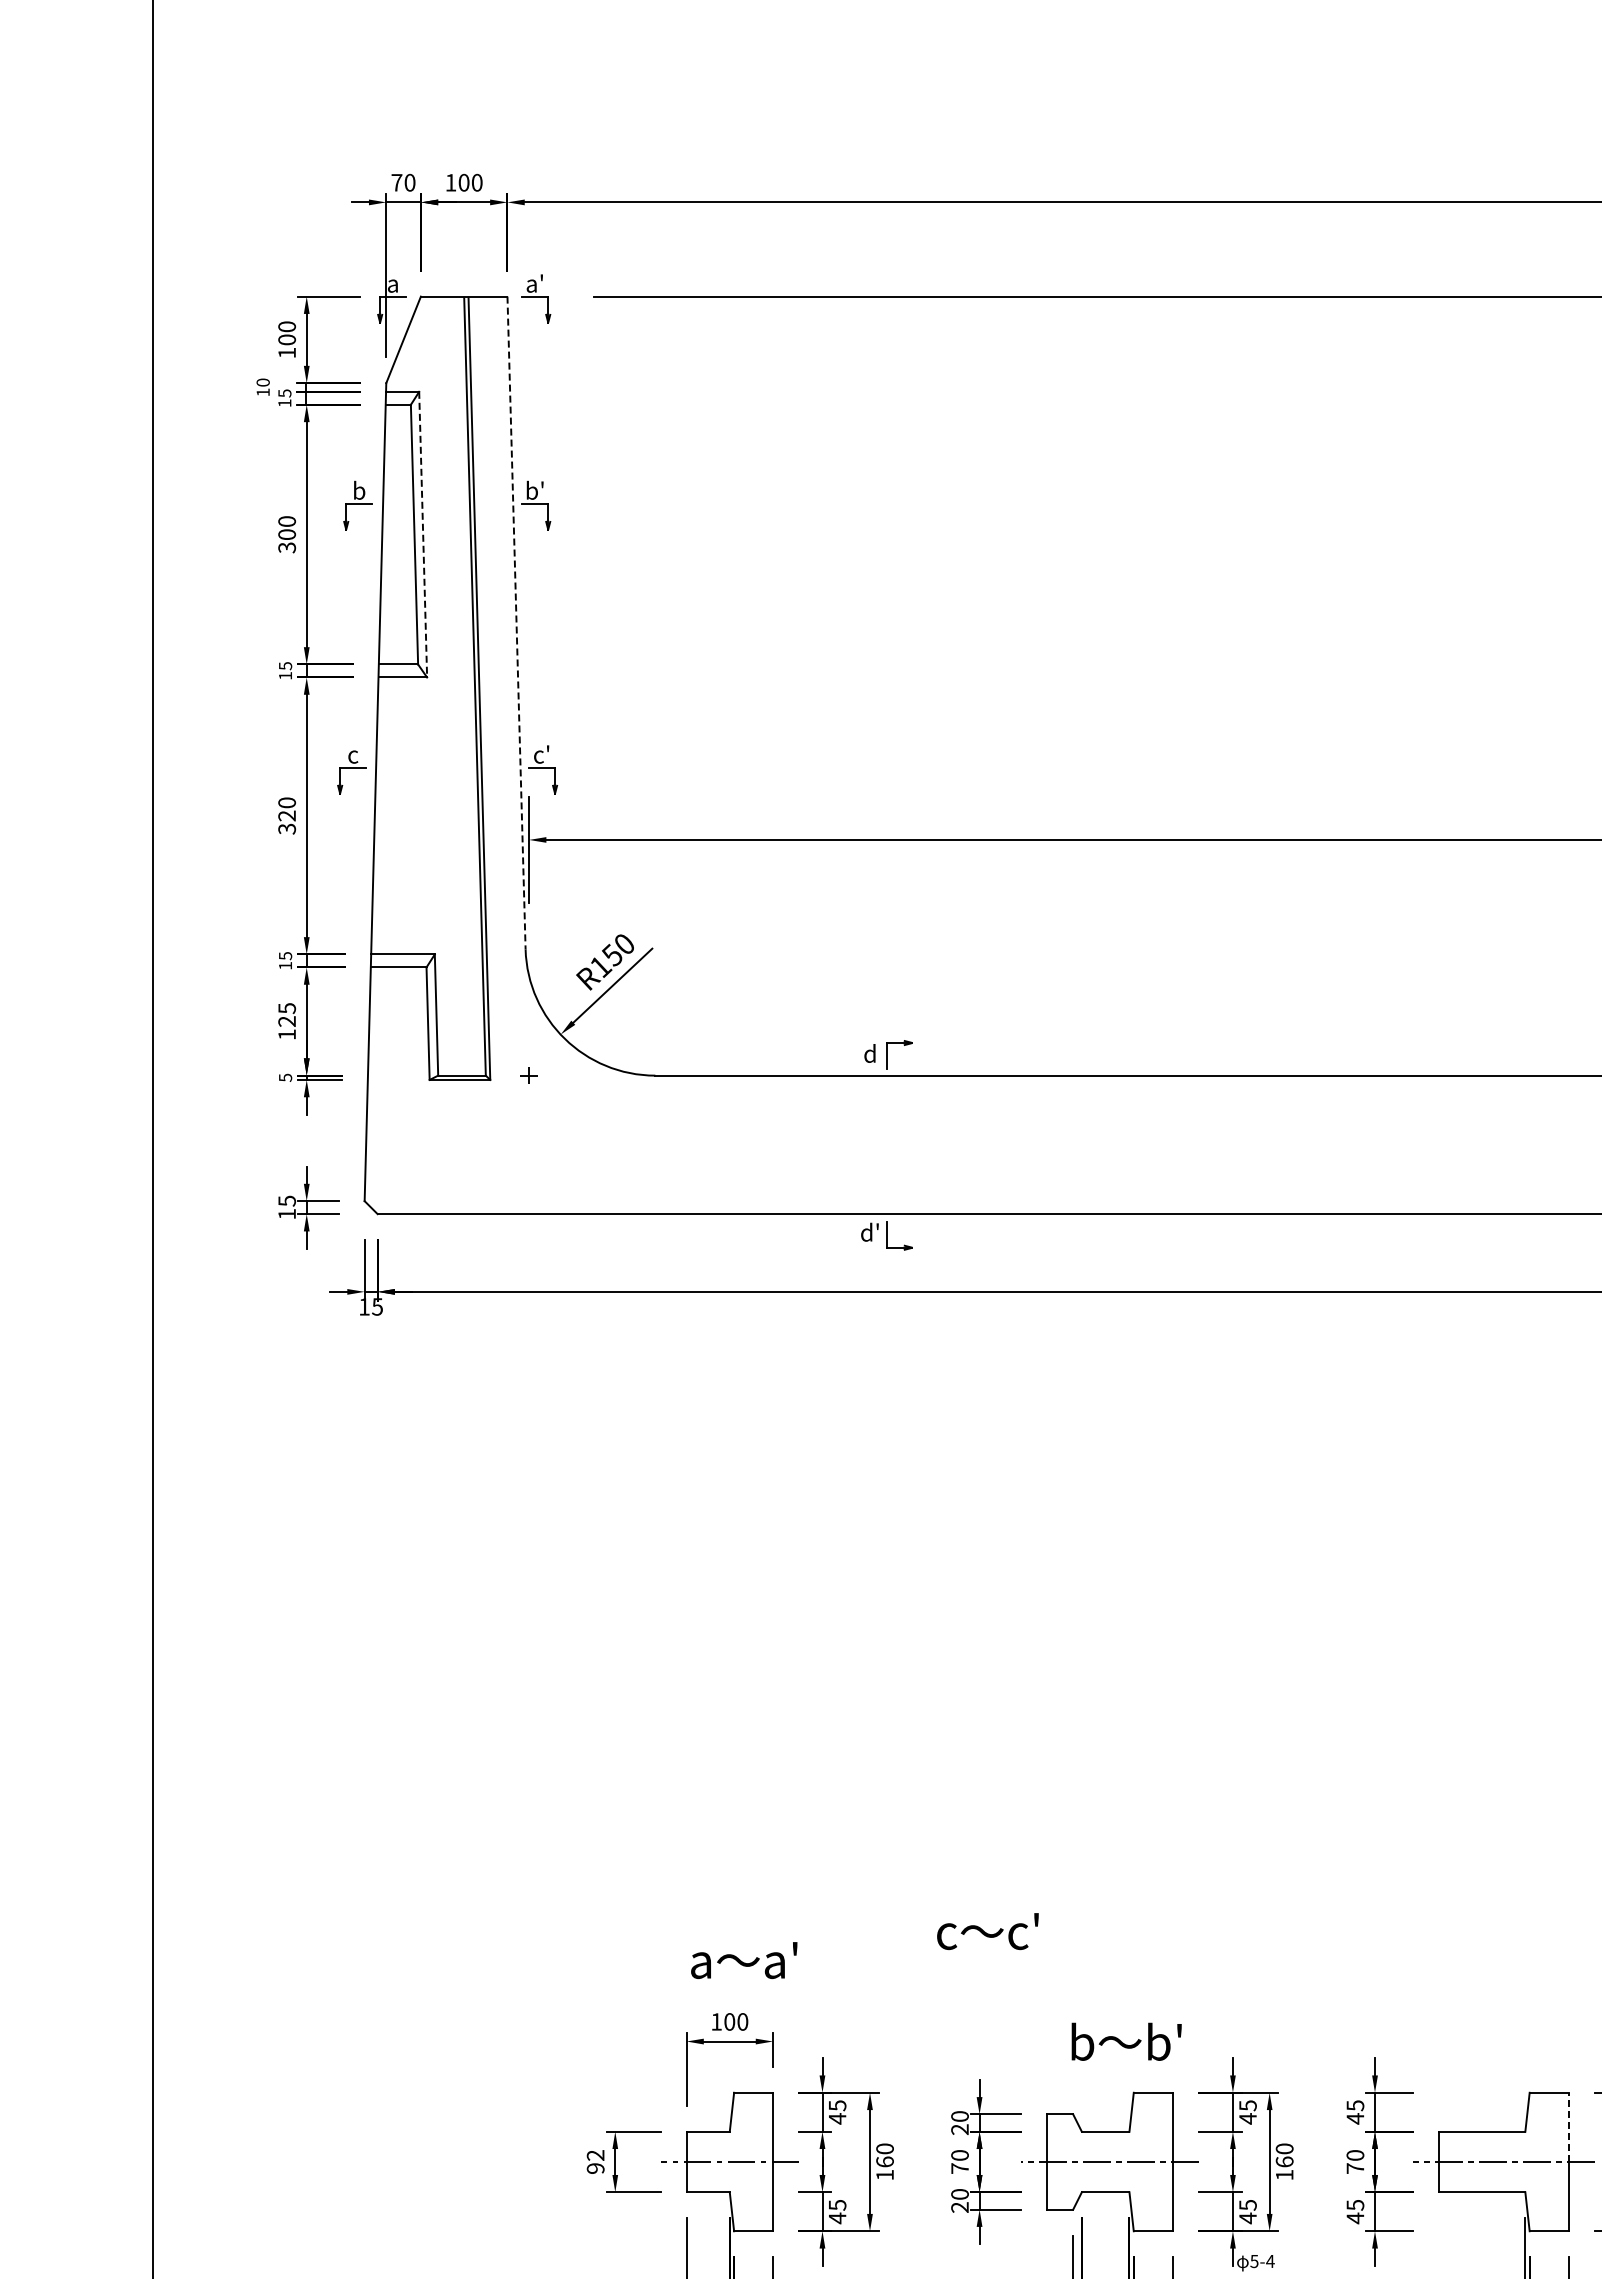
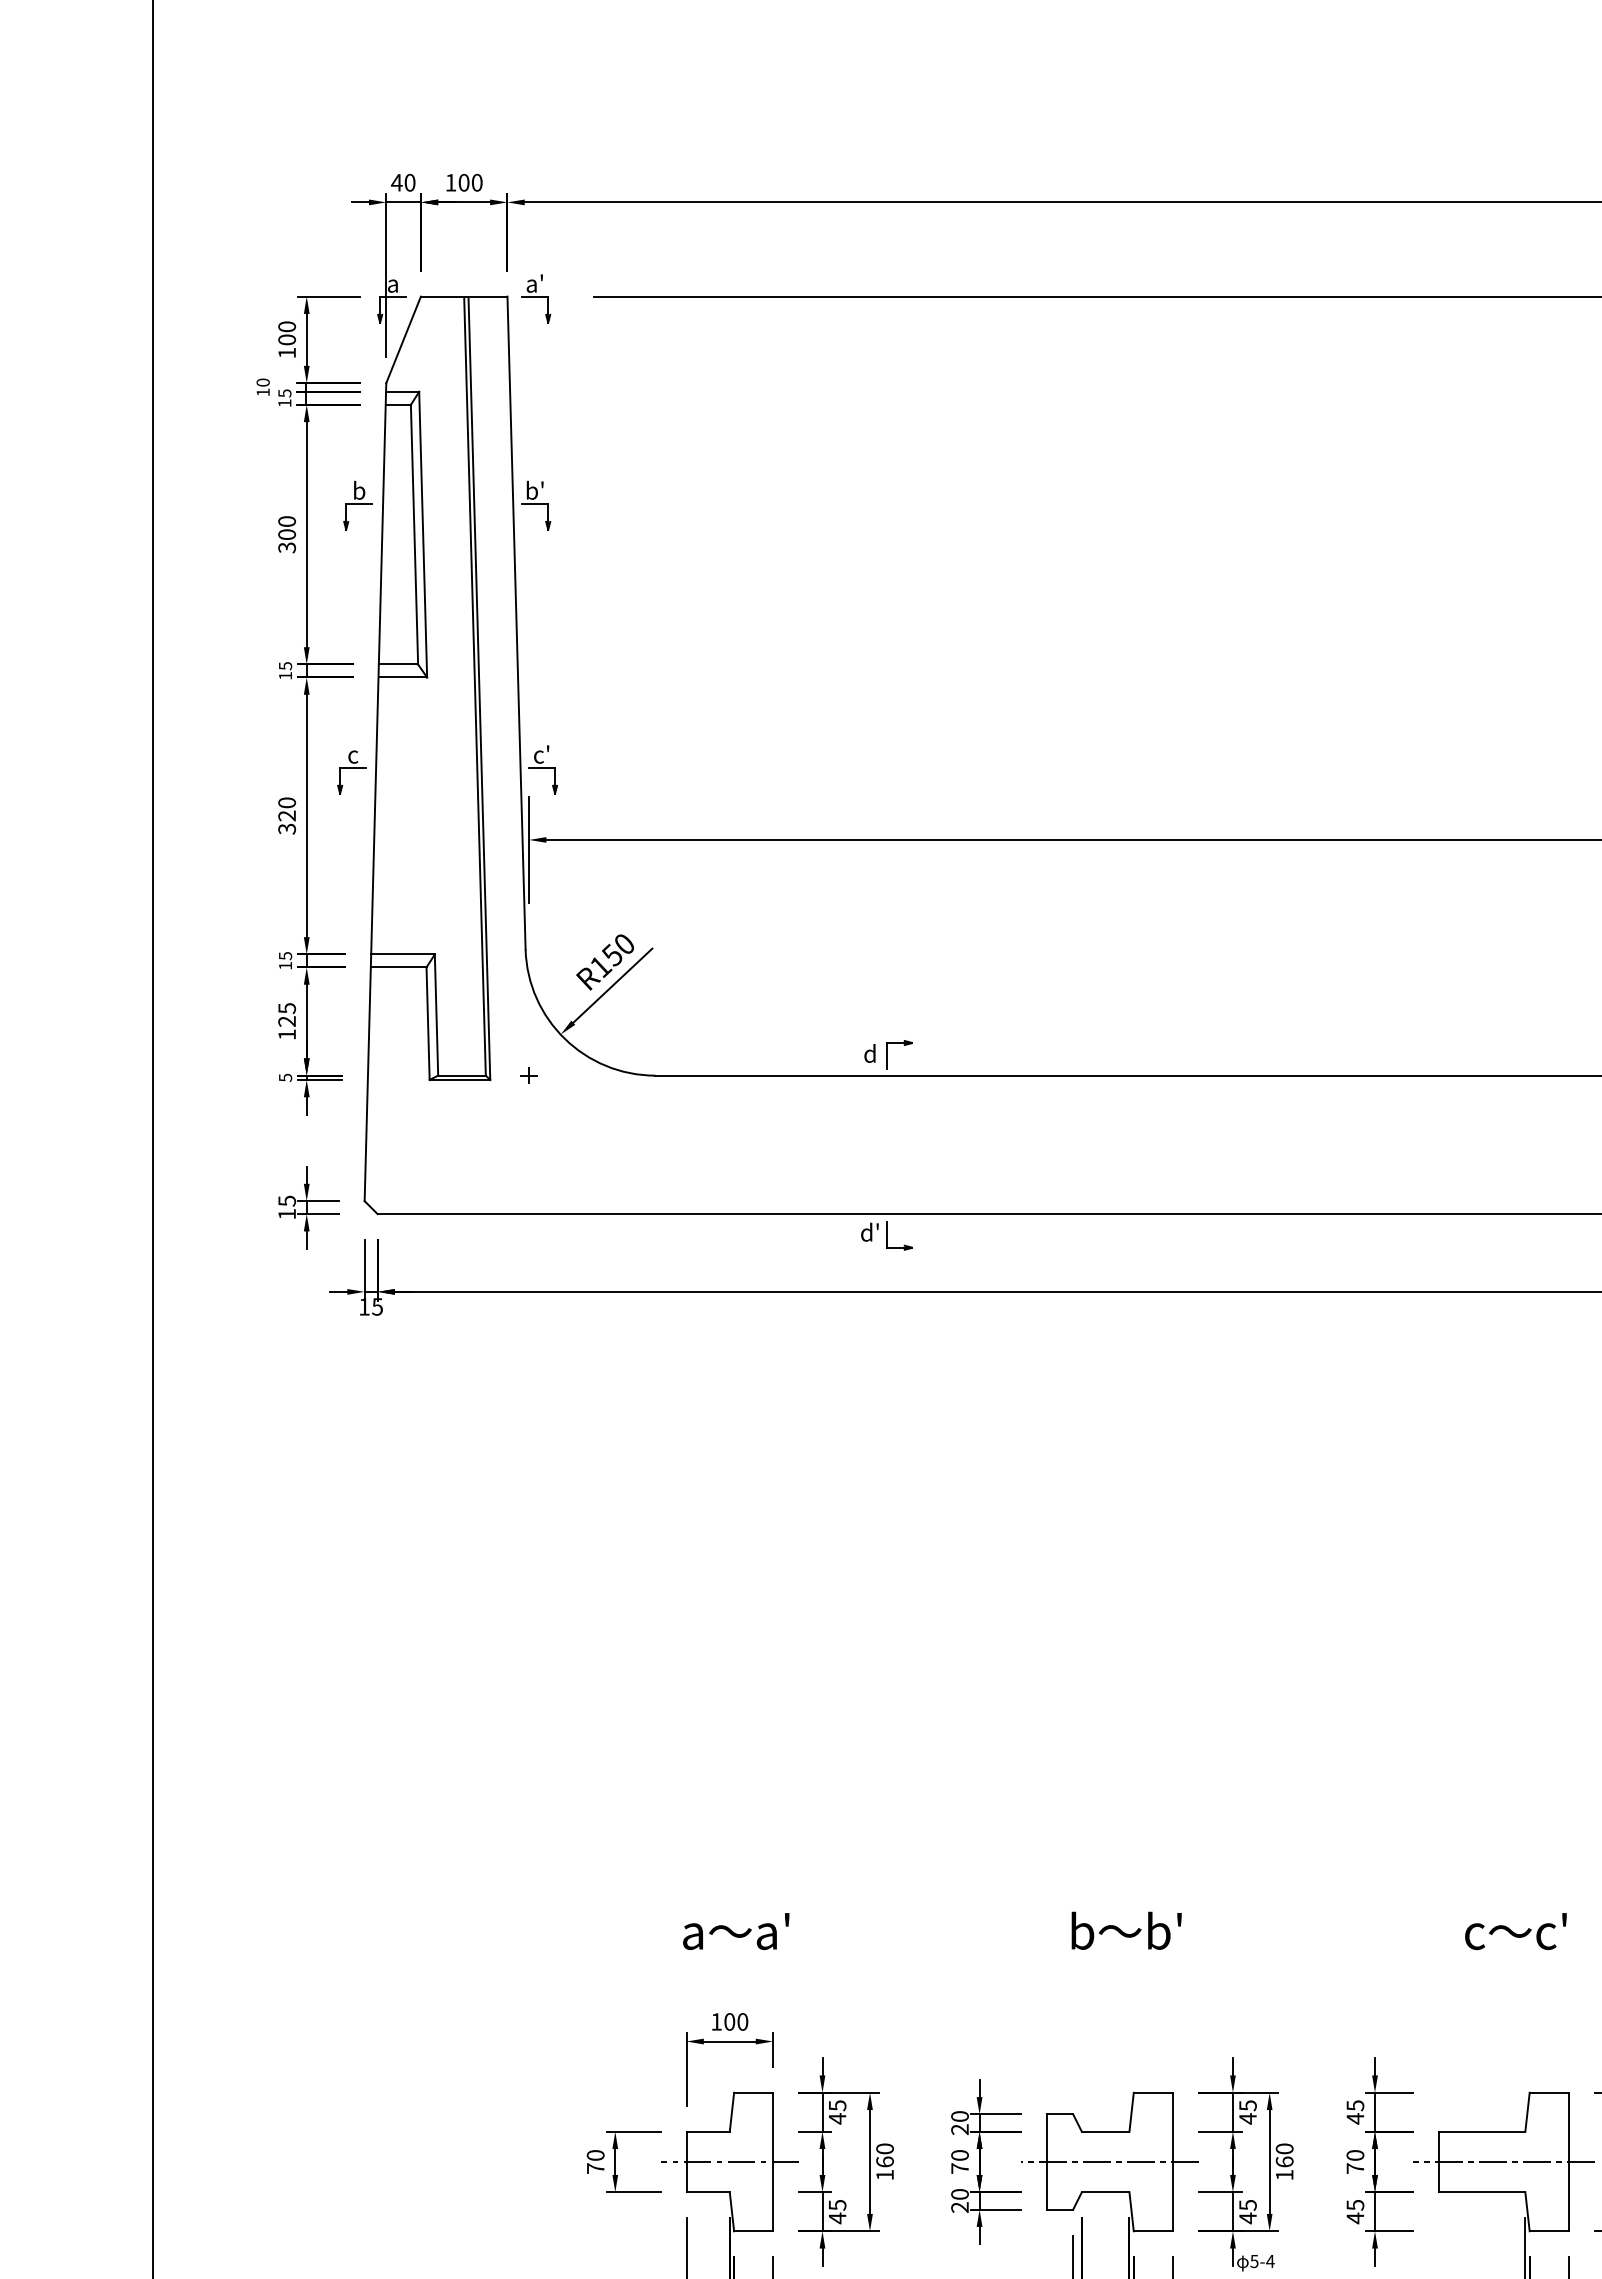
text at (396, 182): 70 -> 40
line at (423, 534): dashed -> solid
line at (516, 623): dashed -> solid
text at (987, 1931) position: (987, 1931) -> (1515, 1931)
text at (744, 1960) position: (744, 1960) -> (736, 1931)
text at (1126, 2041) position: (1126, 2041) -> (1126, 1930)
line at (1568, 2127): dashed -> solid
text at (595, 2161): 92 -> 70
